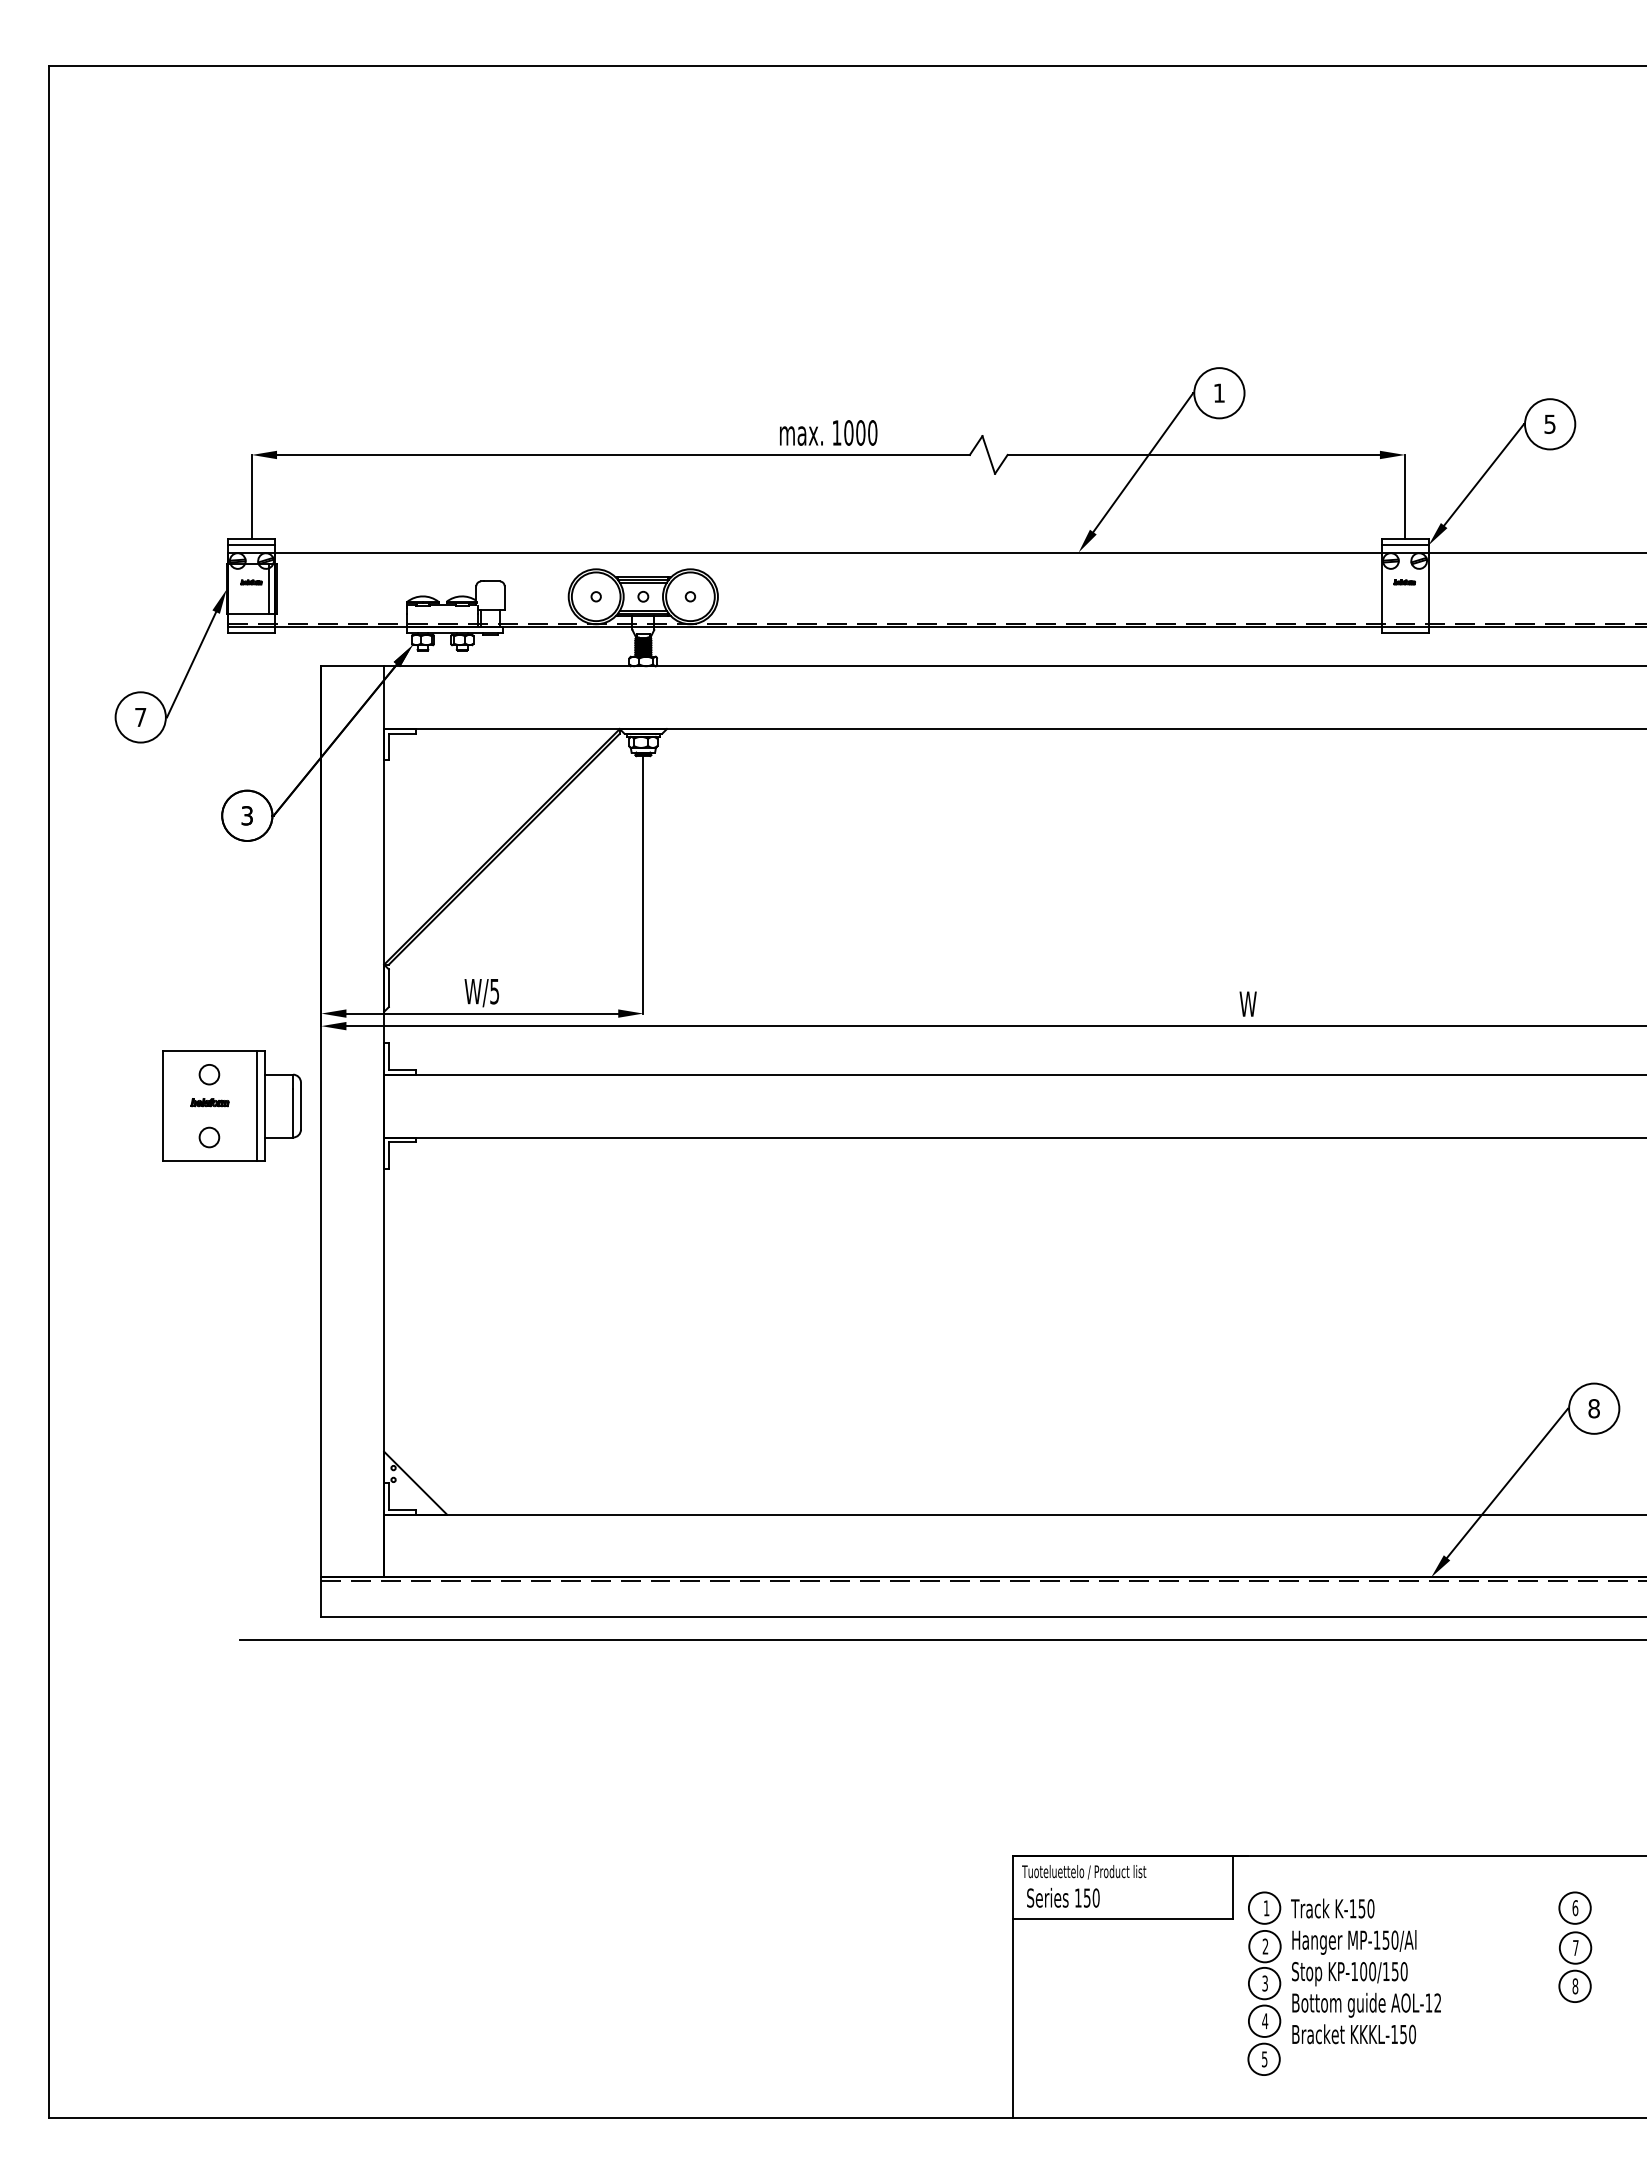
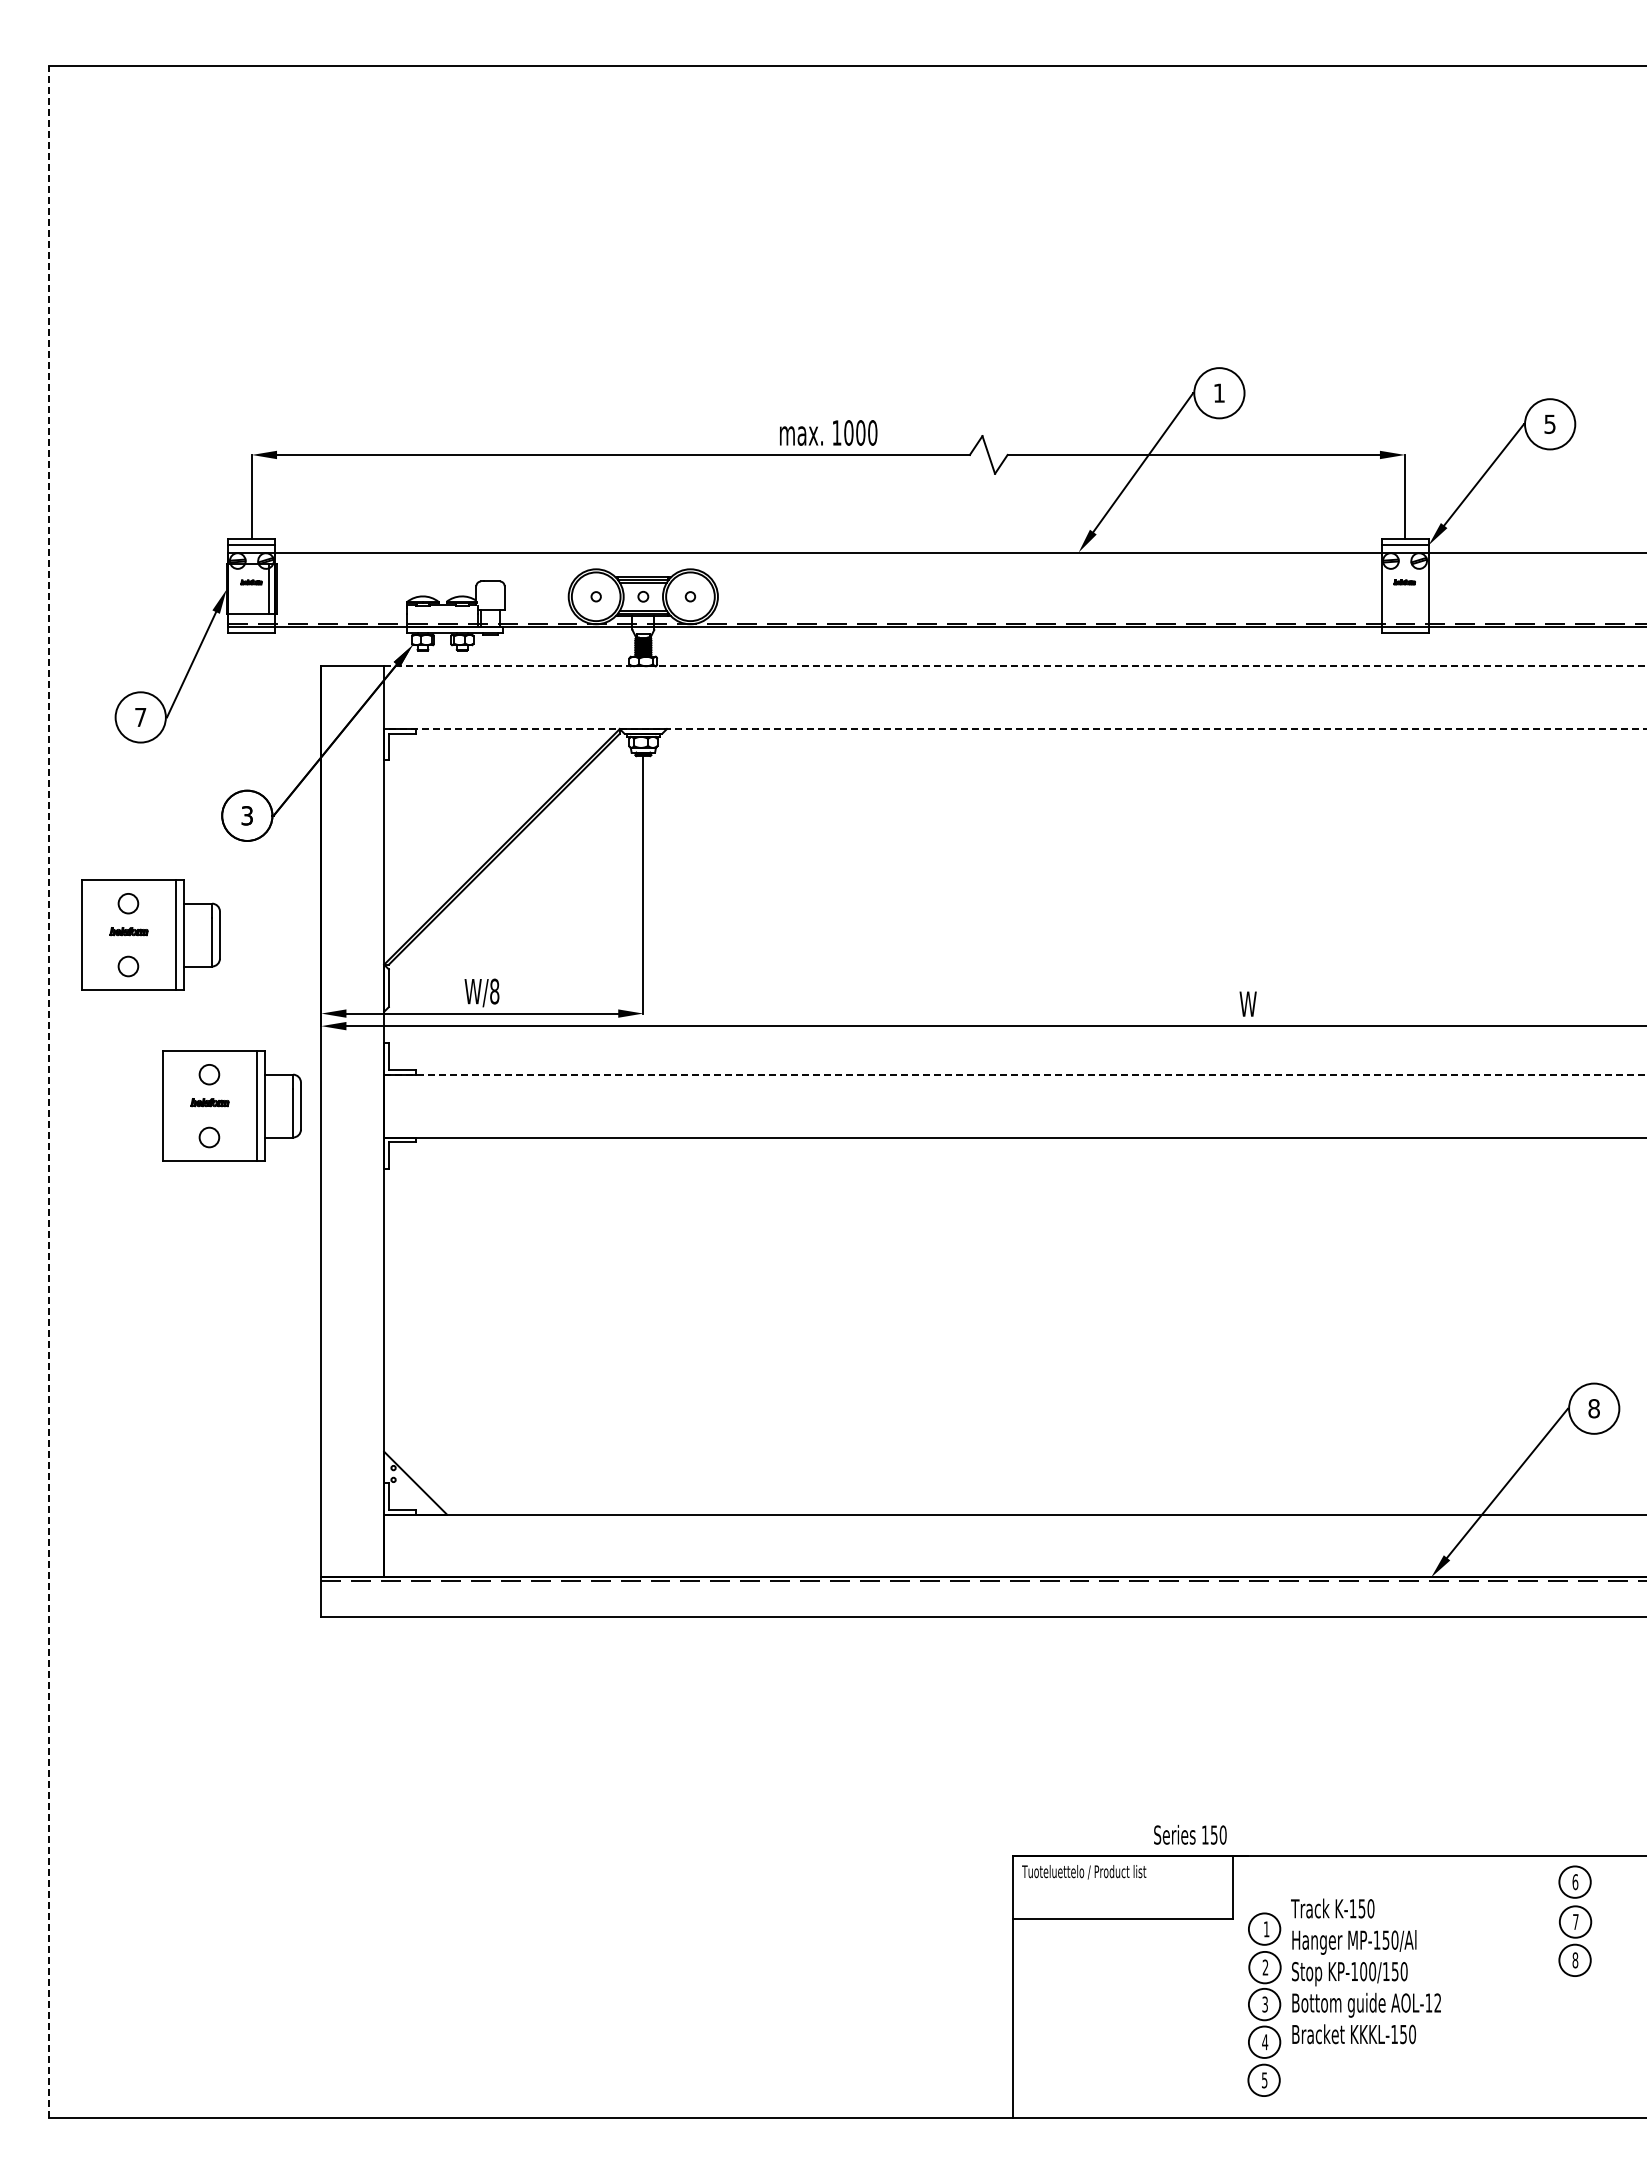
line at (1015, 666): solid -> dashed
line at (1014, 729): solid -> dashed
part at (150, 934): none -> present
text at (494, 991): W/5 -> W/8
line at (1015, 1074): solid -> dashed
line at (49, 1091): solid -> dashed
line at (941, 1640): present -> none
text at (1063, 1897) position: (1063, 1897) -> (1190, 1834)
part at (1575, 1946) position: (1575, 1946) -> (1575, 1920)
part at (1264, 1983) position: (1264, 1983) -> (1264, 2004)
